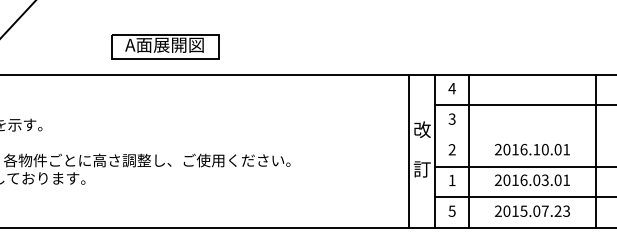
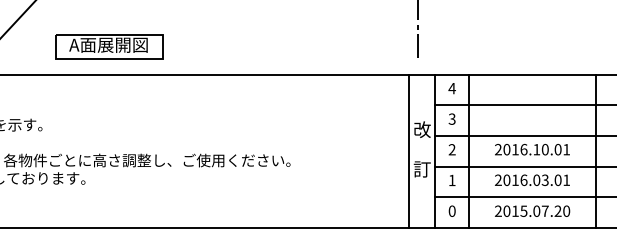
line at (417, 29): none -> present
part at (165, 46) position: (165, 46) -> (109, 46)
line at (524, 135): none -> present
text at (451, 210): 5 -> 0
text at (566, 210): 2015.07.23 -> 2015.07.20
